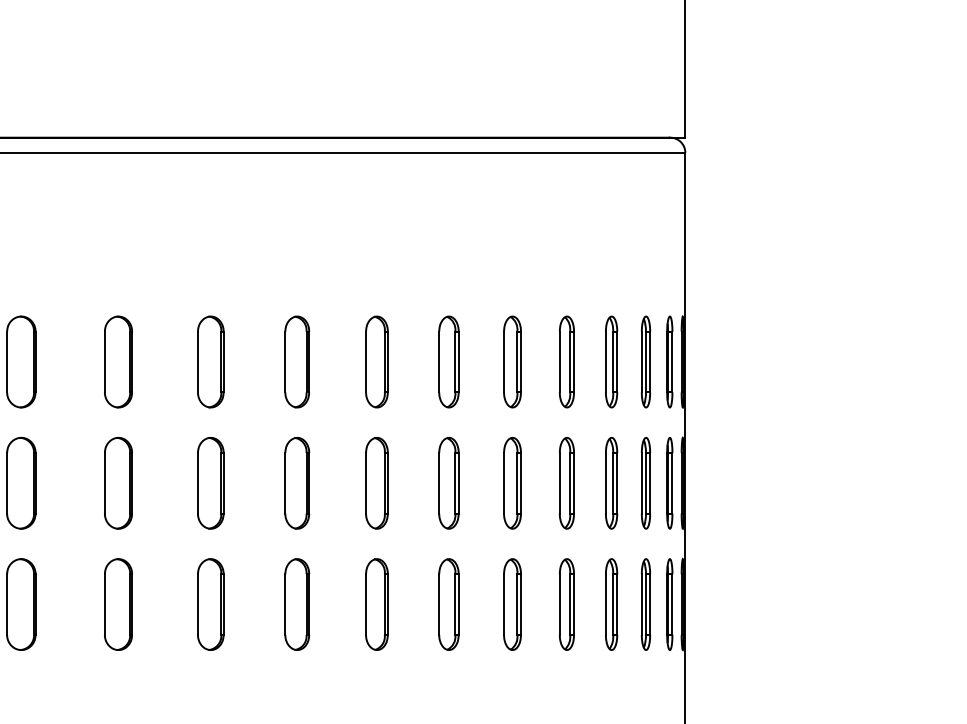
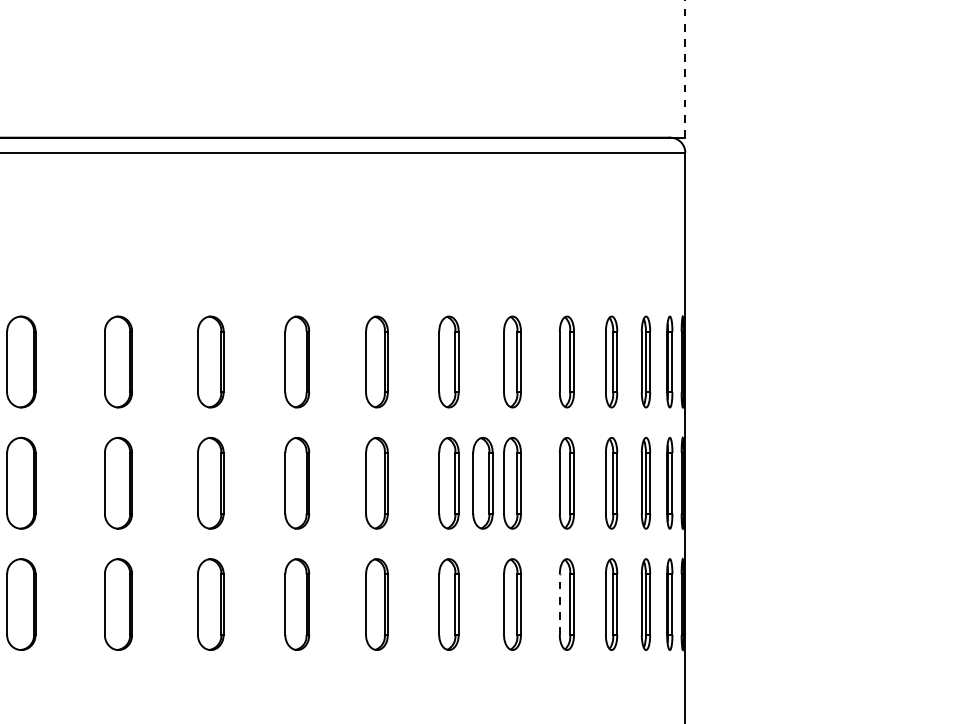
line at (685, 68): solid -> dashed
part at (482, 483): none -> present
line at (559, 604): solid -> dashed
